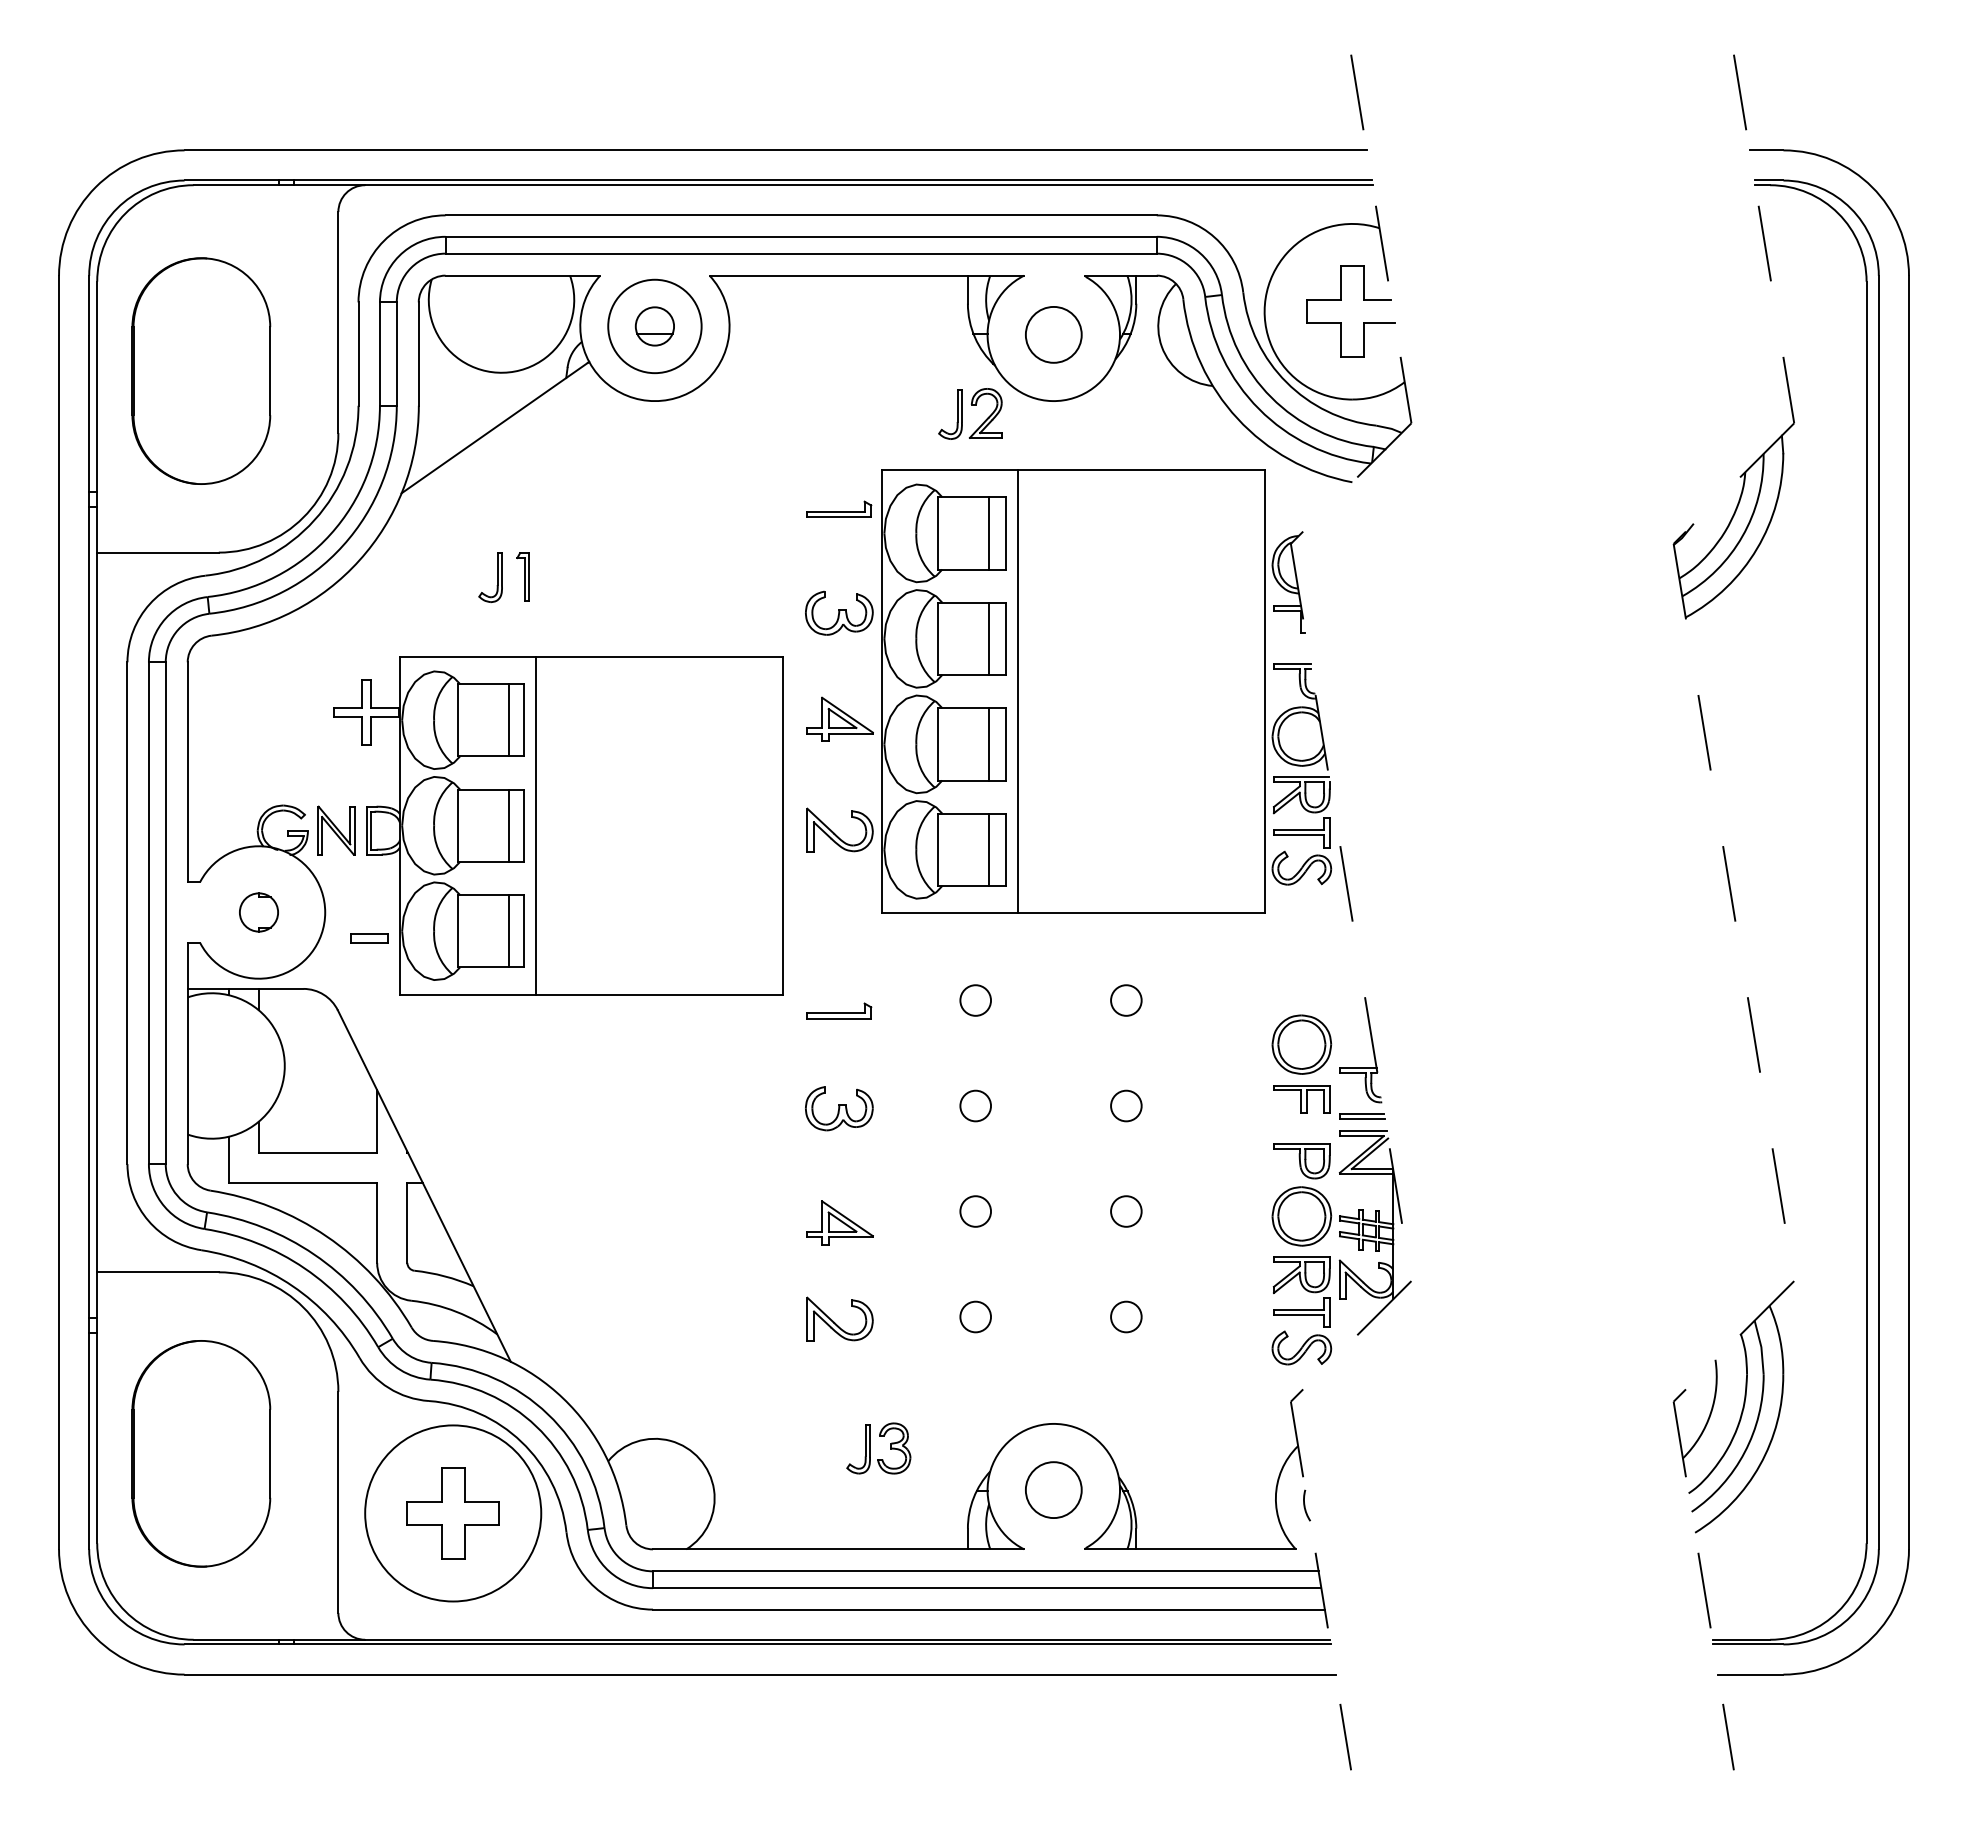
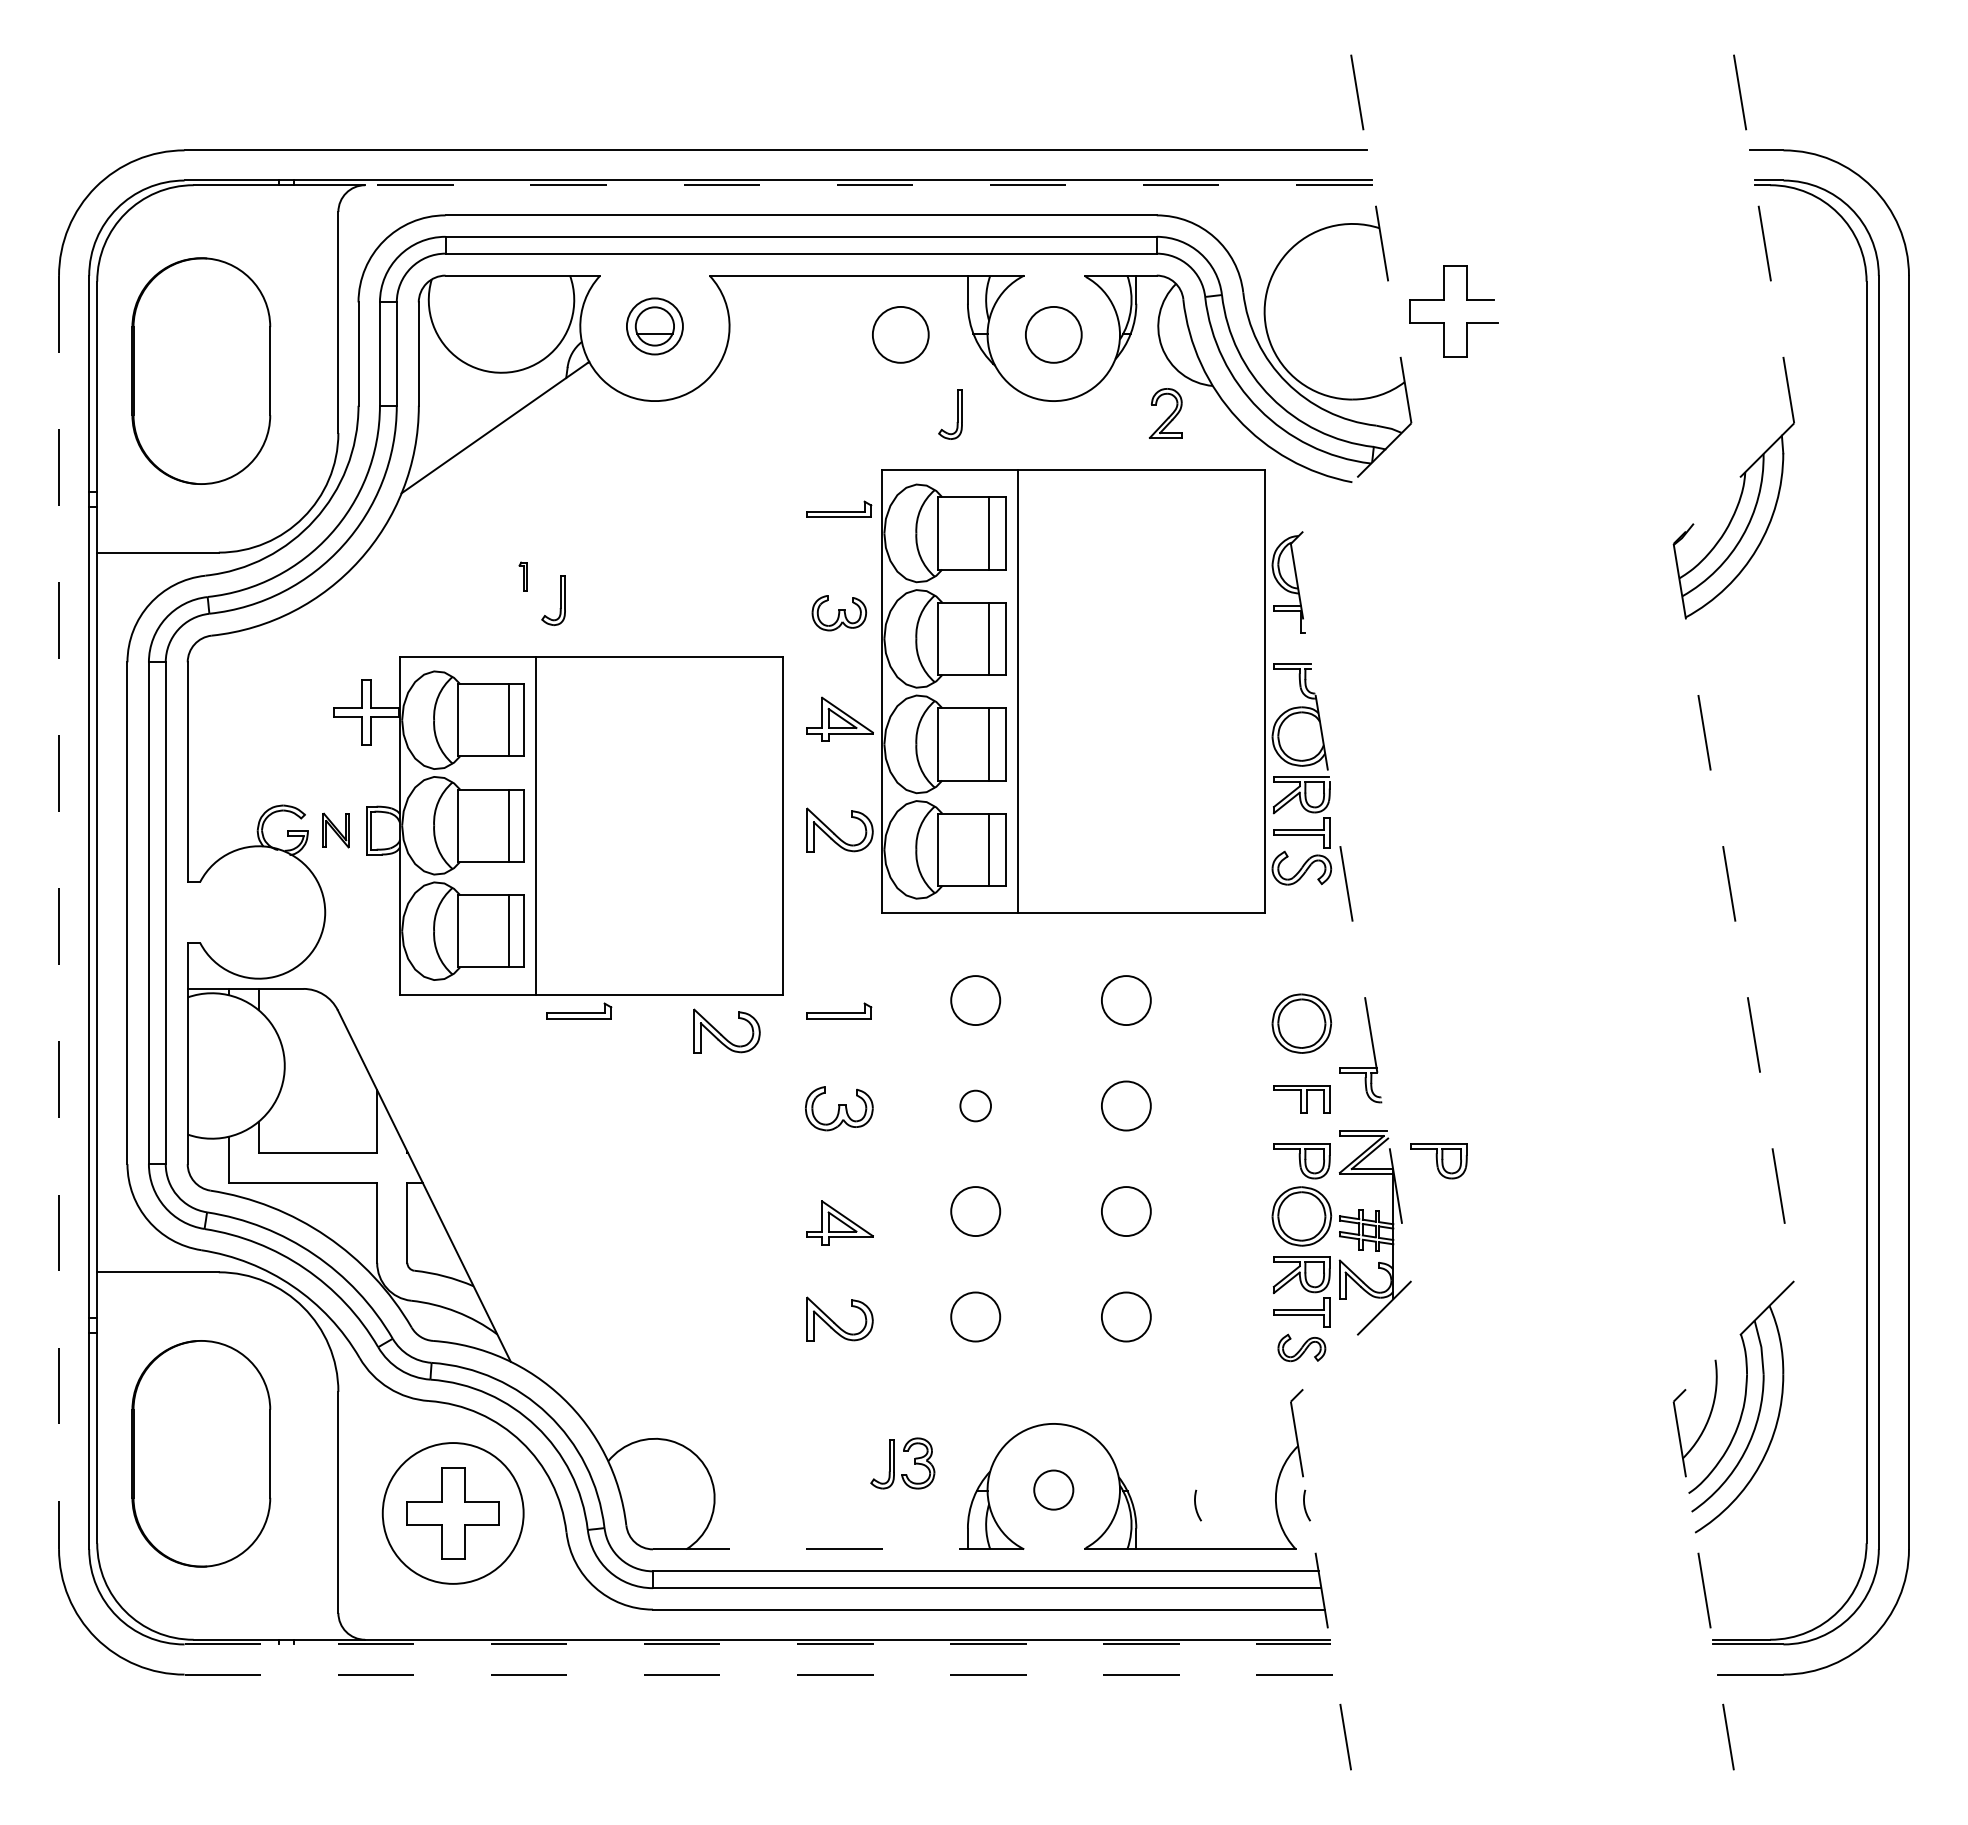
line at (868, 185): solid -> dashed
part at (1341, 300) position: (1341, 300) -> (1444, 300)
circle at (654, 326) diameter: 93 px -> 56 px
circle at (900, 334): none -> present
part at (985, 413) position: (985, 413) -> (1165, 413)
part at (522, 576) size: 14x50 px -> 10x31 px
part at (497, 577) position: (497, 577) -> (560, 600)
part at (839, 612) size: 69x46 px -> 57x37 px
part at (336, 830) size: 39x51 px -> 28x37 px
line at (59, 912): solid -> dashed
part at (258, 912): present -> none
part at (369, 938): present -> none
circle at (975, 1000) diameter: 31 px -> 49 px
circle at (1126, 1000) diameter: 31 px -> 49 px
part at (579, 1010): none -> present
part at (726, 1030): none -> present
part at (1301, 1044) position: (1301, 1044) -> (1301, 1023)
circle at (1126, 1105) diameter: 31 px -> 49 px
part at (1362, 1116): present -> none
part at (1438, 1161): none -> present
circle at (975, 1211) diameter: 31 px -> 49 px
circle at (1126, 1211) diameter: 31 px -> 49 px
circle at (975, 1316) diameter: 31 px -> 49 px
circle at (1126, 1316) diameter: 31 px -> 49 px
part at (1301, 1347) size: 62x36 px -> 50x30 px
part at (870, 1448) position: (870, 1448) -> (894, 1463)
circle at (1053, 1490) diameter: 56 px -> 39 px
arc at (1196, 1505): none -> present
circle at (453, 1513) diameter: 176 px -> 141 px
line at (838, 1549): solid -> dashed
line at (758, 1644): solid -> dashed
line at (760, 1674): solid -> dashed
